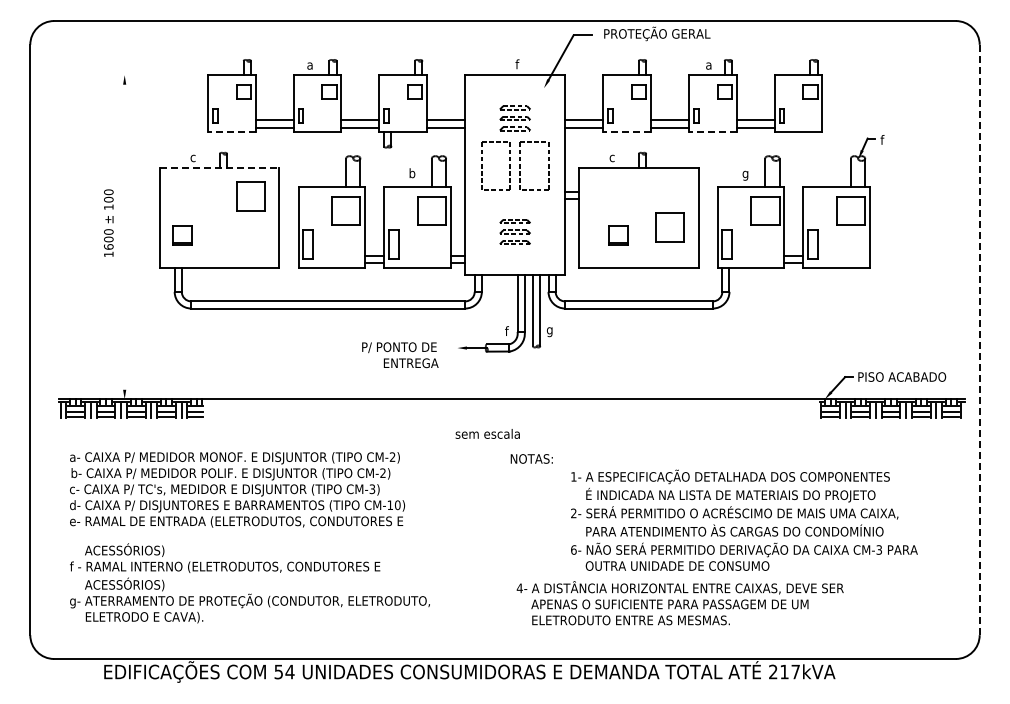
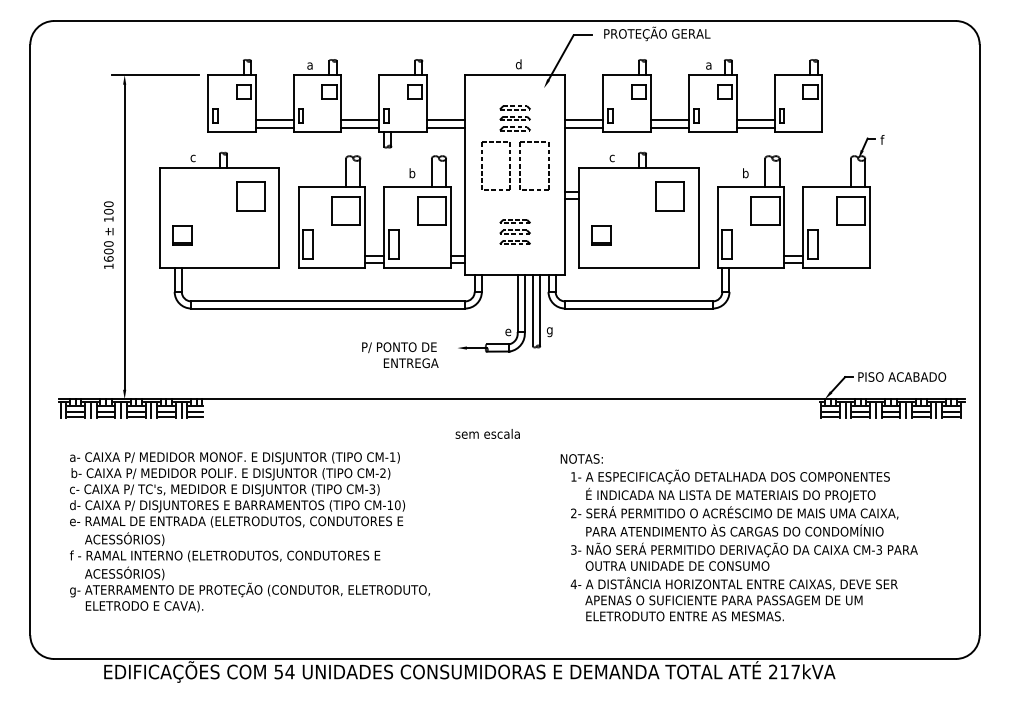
text at (518, 64): f -> d
line at (155, 75): none -> present
line at (231, 132): dashed -> solid
line at (627, 132): dashed -> solid
line at (712, 132): dashed -> solid
line at (219, 168): dashed -> solid
text at (745, 174): g -> b
text at (108, 222) position: (108, 222) -> (108, 234)
part at (669, 227) position: (669, 227) -> (669, 196)
part at (618, 235) position: (618, 235) -> (601, 235)
line at (124, 236): none -> present
text at (508, 331): f -> e
line at (979, 340): dashed -> solid
text at (392, 456): CM-2) -> CM-1)
text at (531, 458) position: (531, 458) -> (581, 458)
text at (573, 549): 6- -> 3-
text at (249, 583) position: (249, 583) -> (249, 572)
text at (679, 603) position: (679, 603) -> (733, 599)
